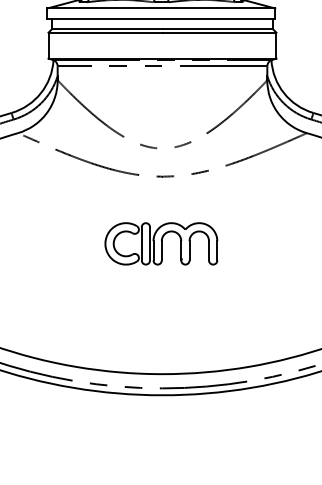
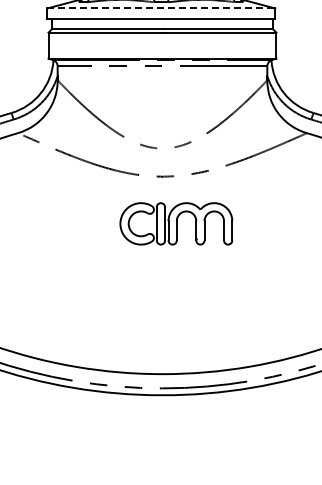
line at (161, 8): solid -> dashed
part at (161, 243) position: (161, 243) -> (176, 223)
